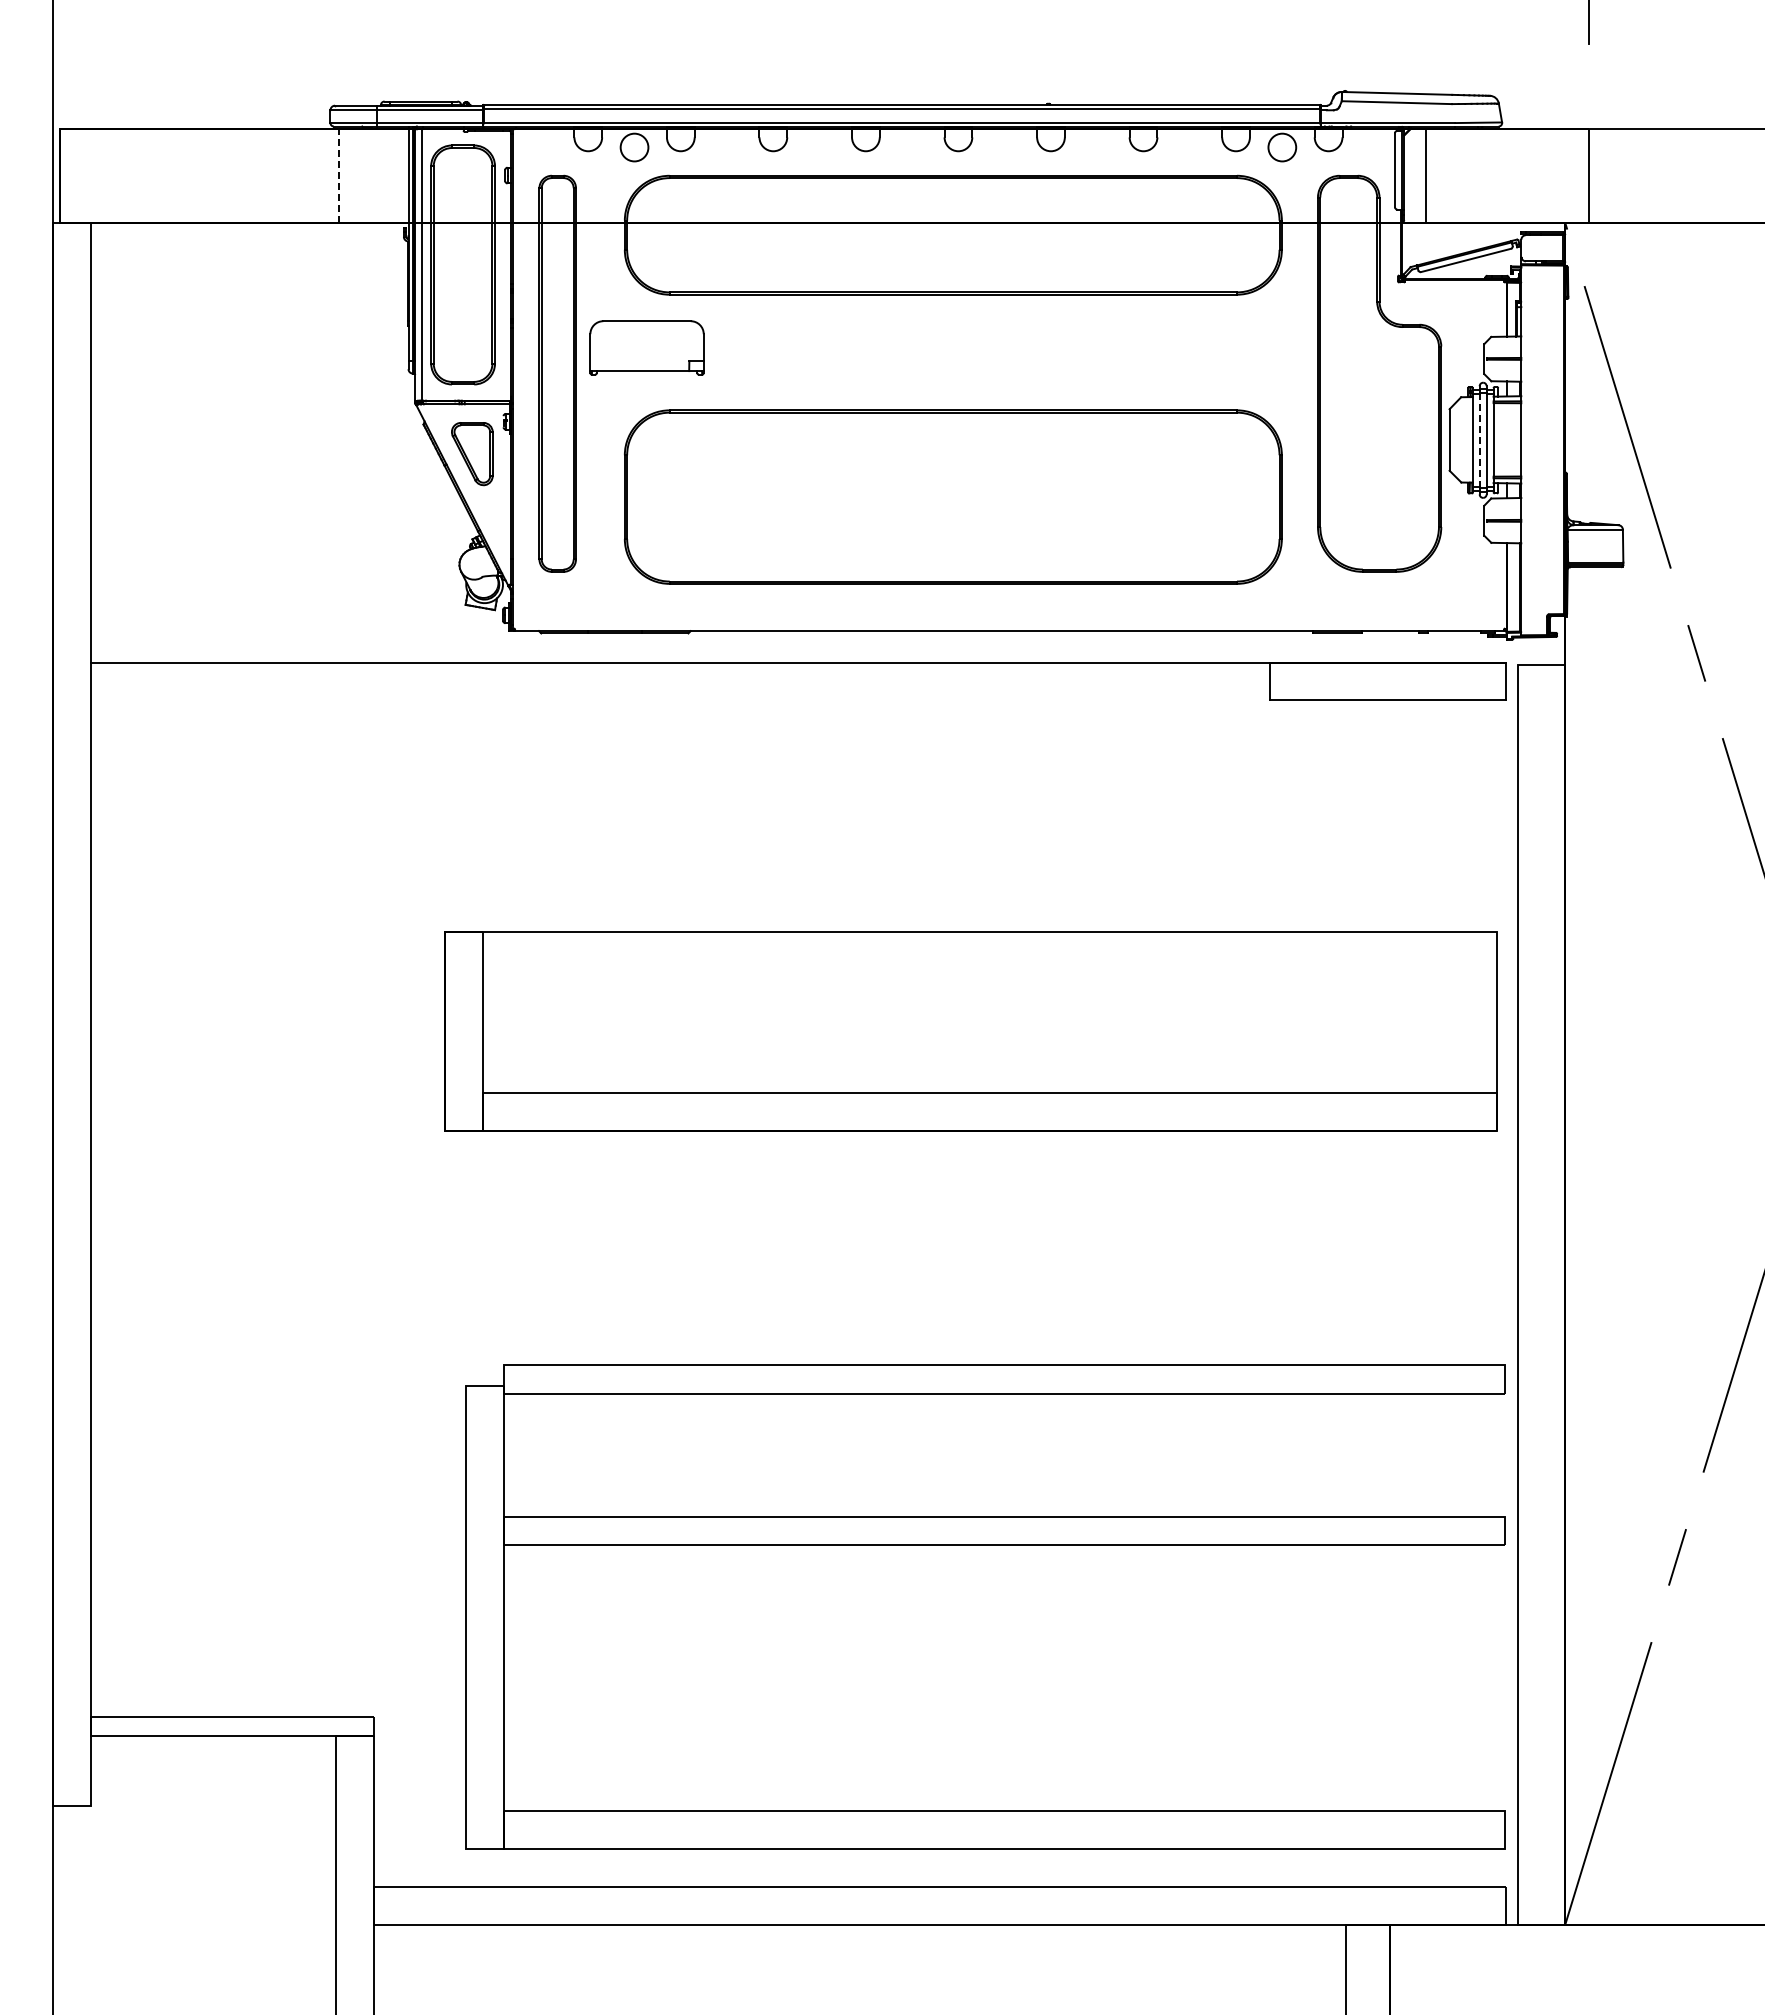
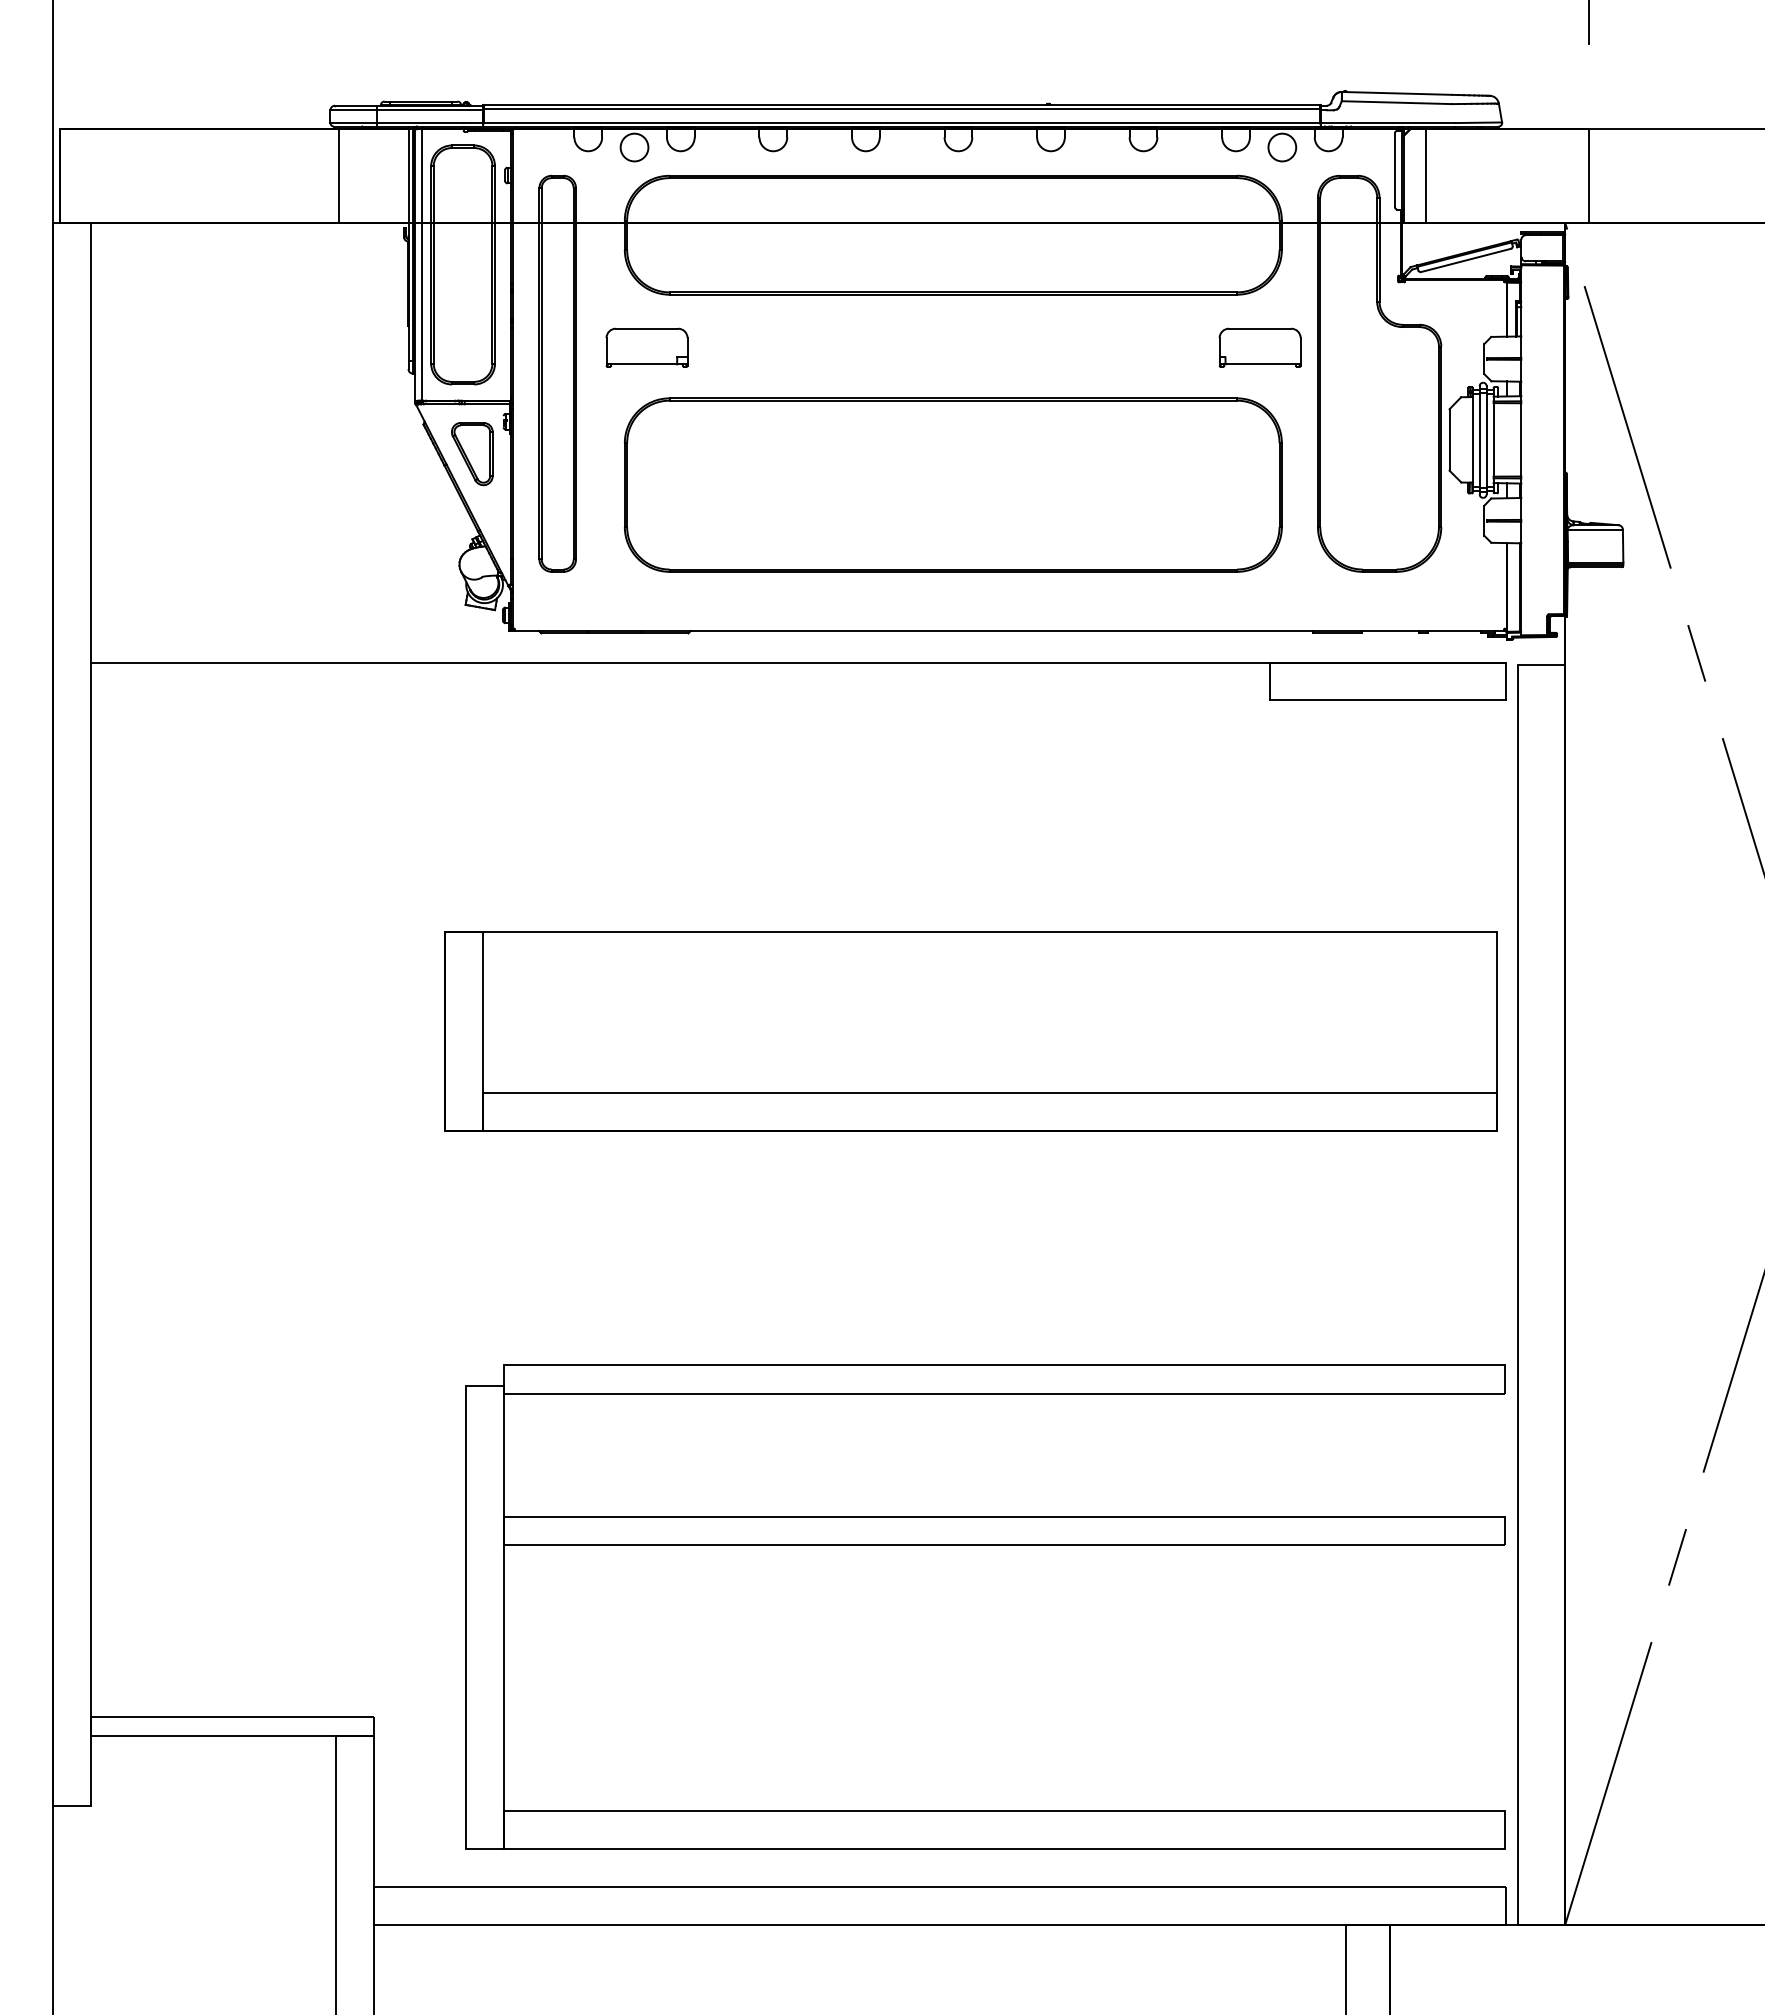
line at (338, 175): dashed -> solid
part at (646, 347) size: 116x56 px -> 84x41 px
part at (1259, 347): none -> present
line at (1479, 439): dashed -> solid
part at (953, 496) position: (953, 496) -> (953, 484)
